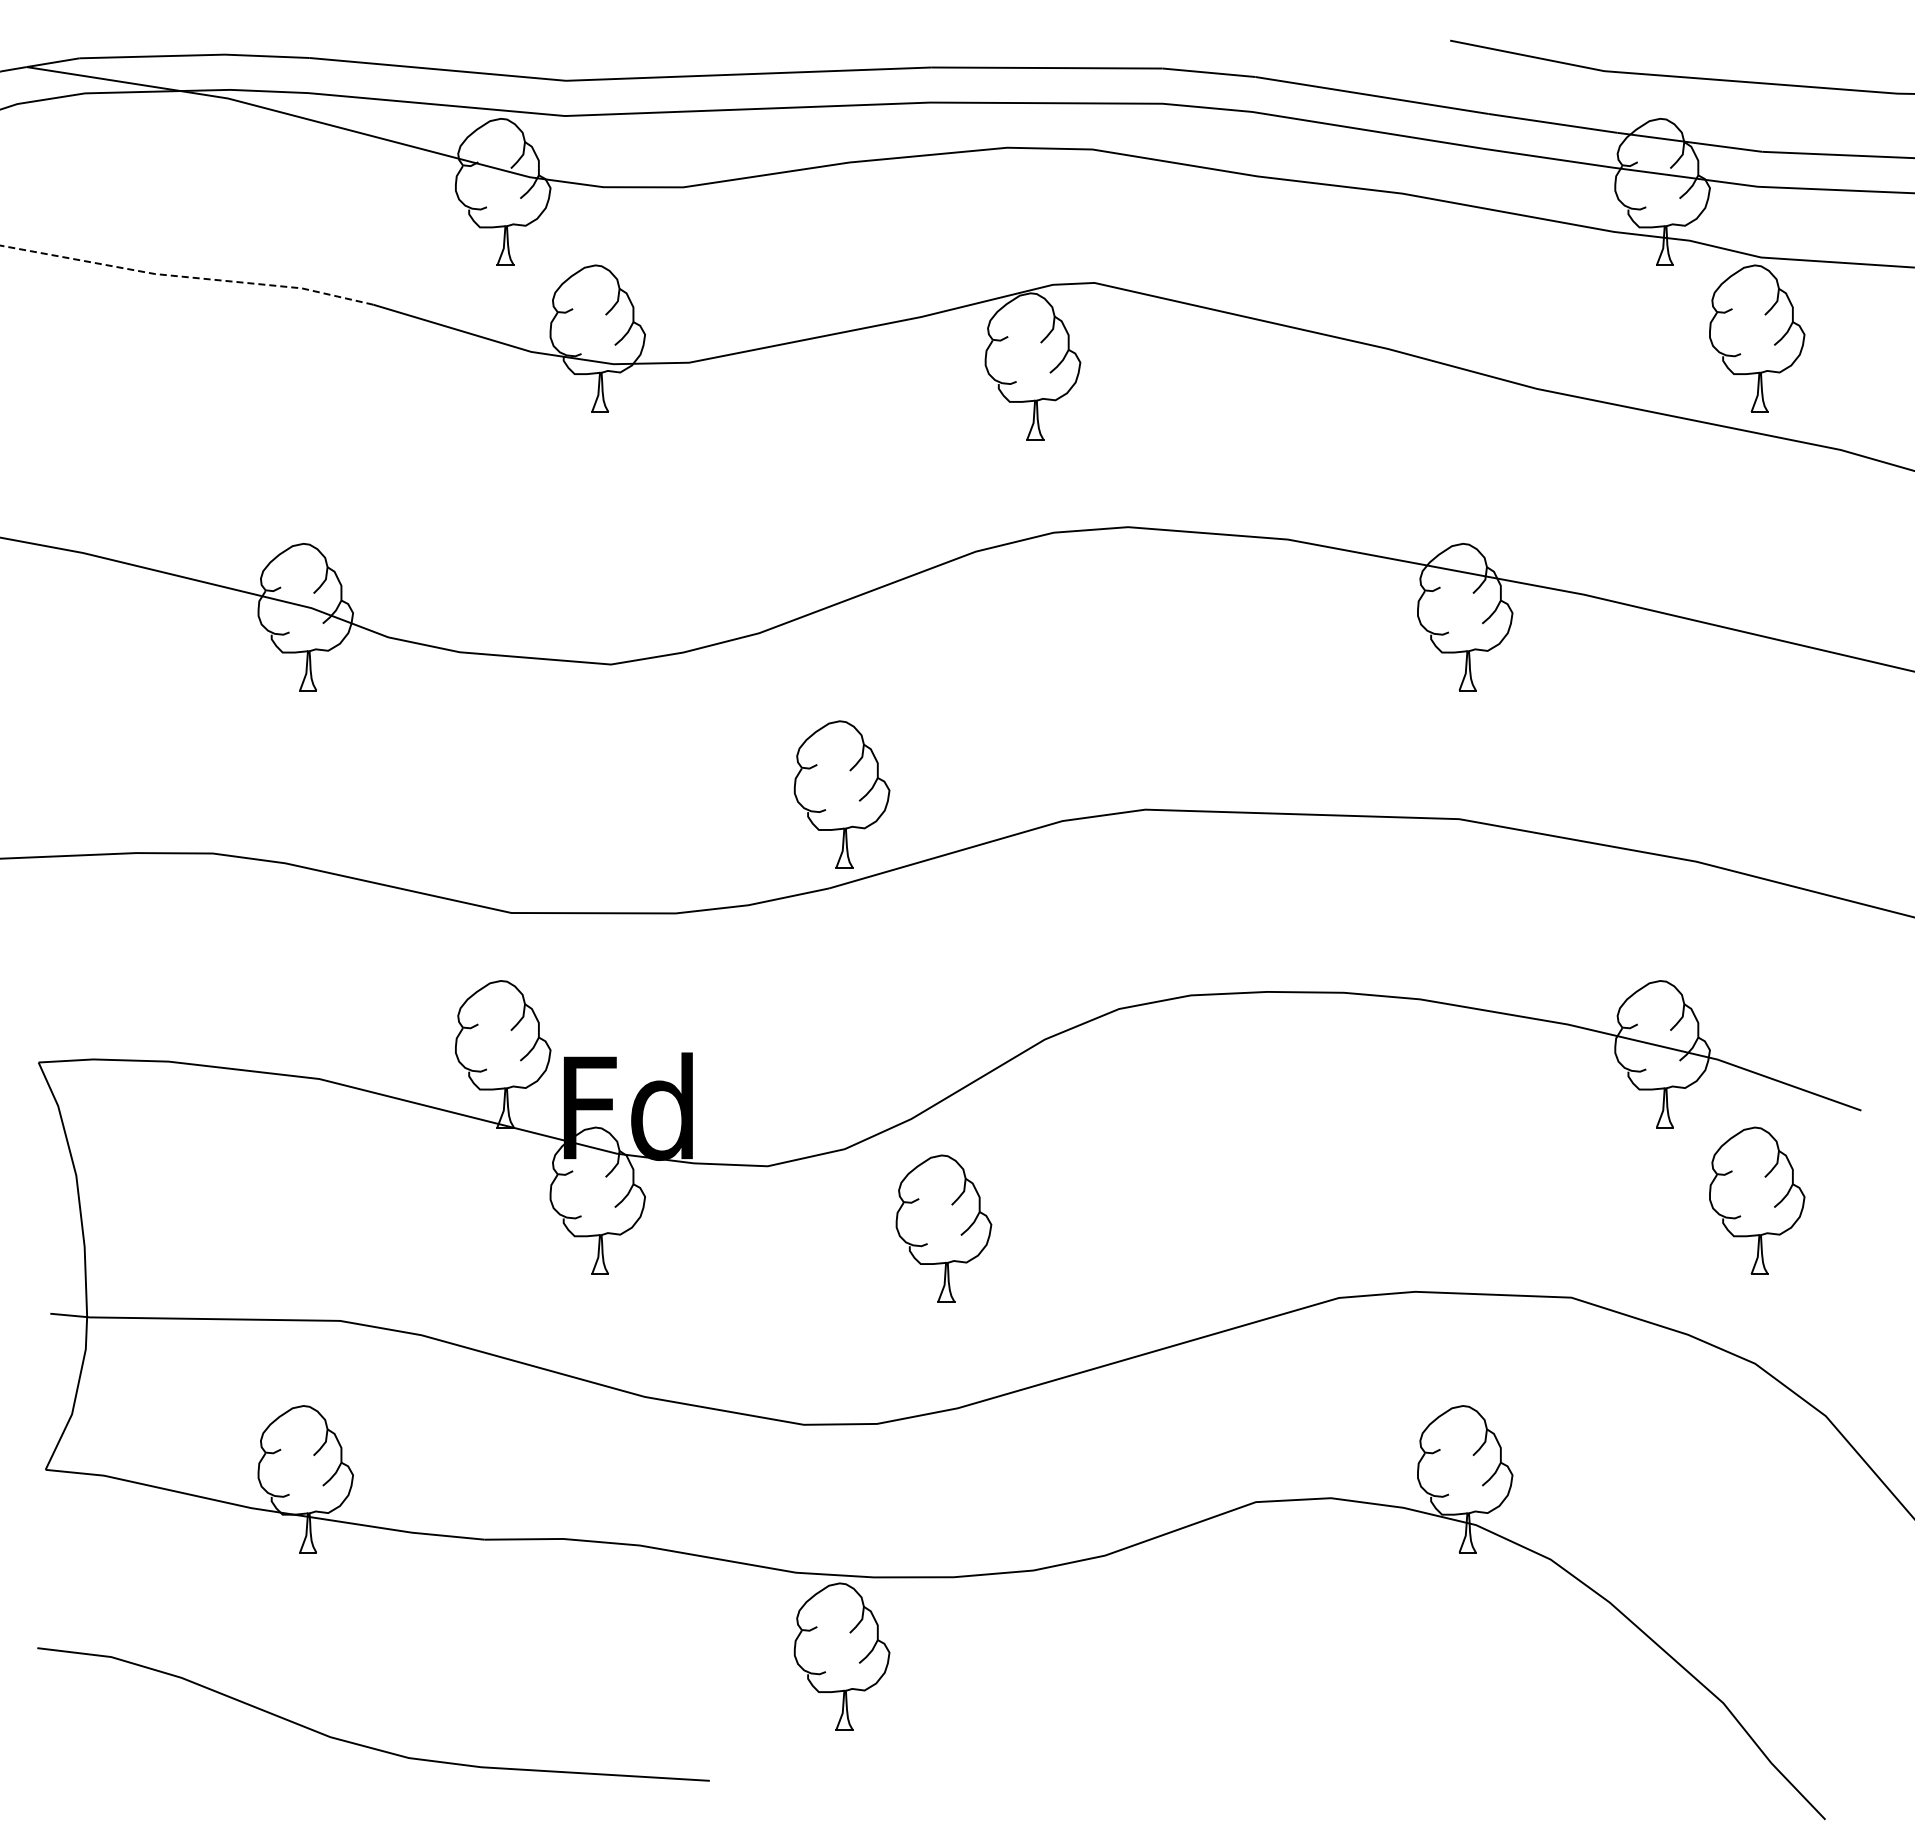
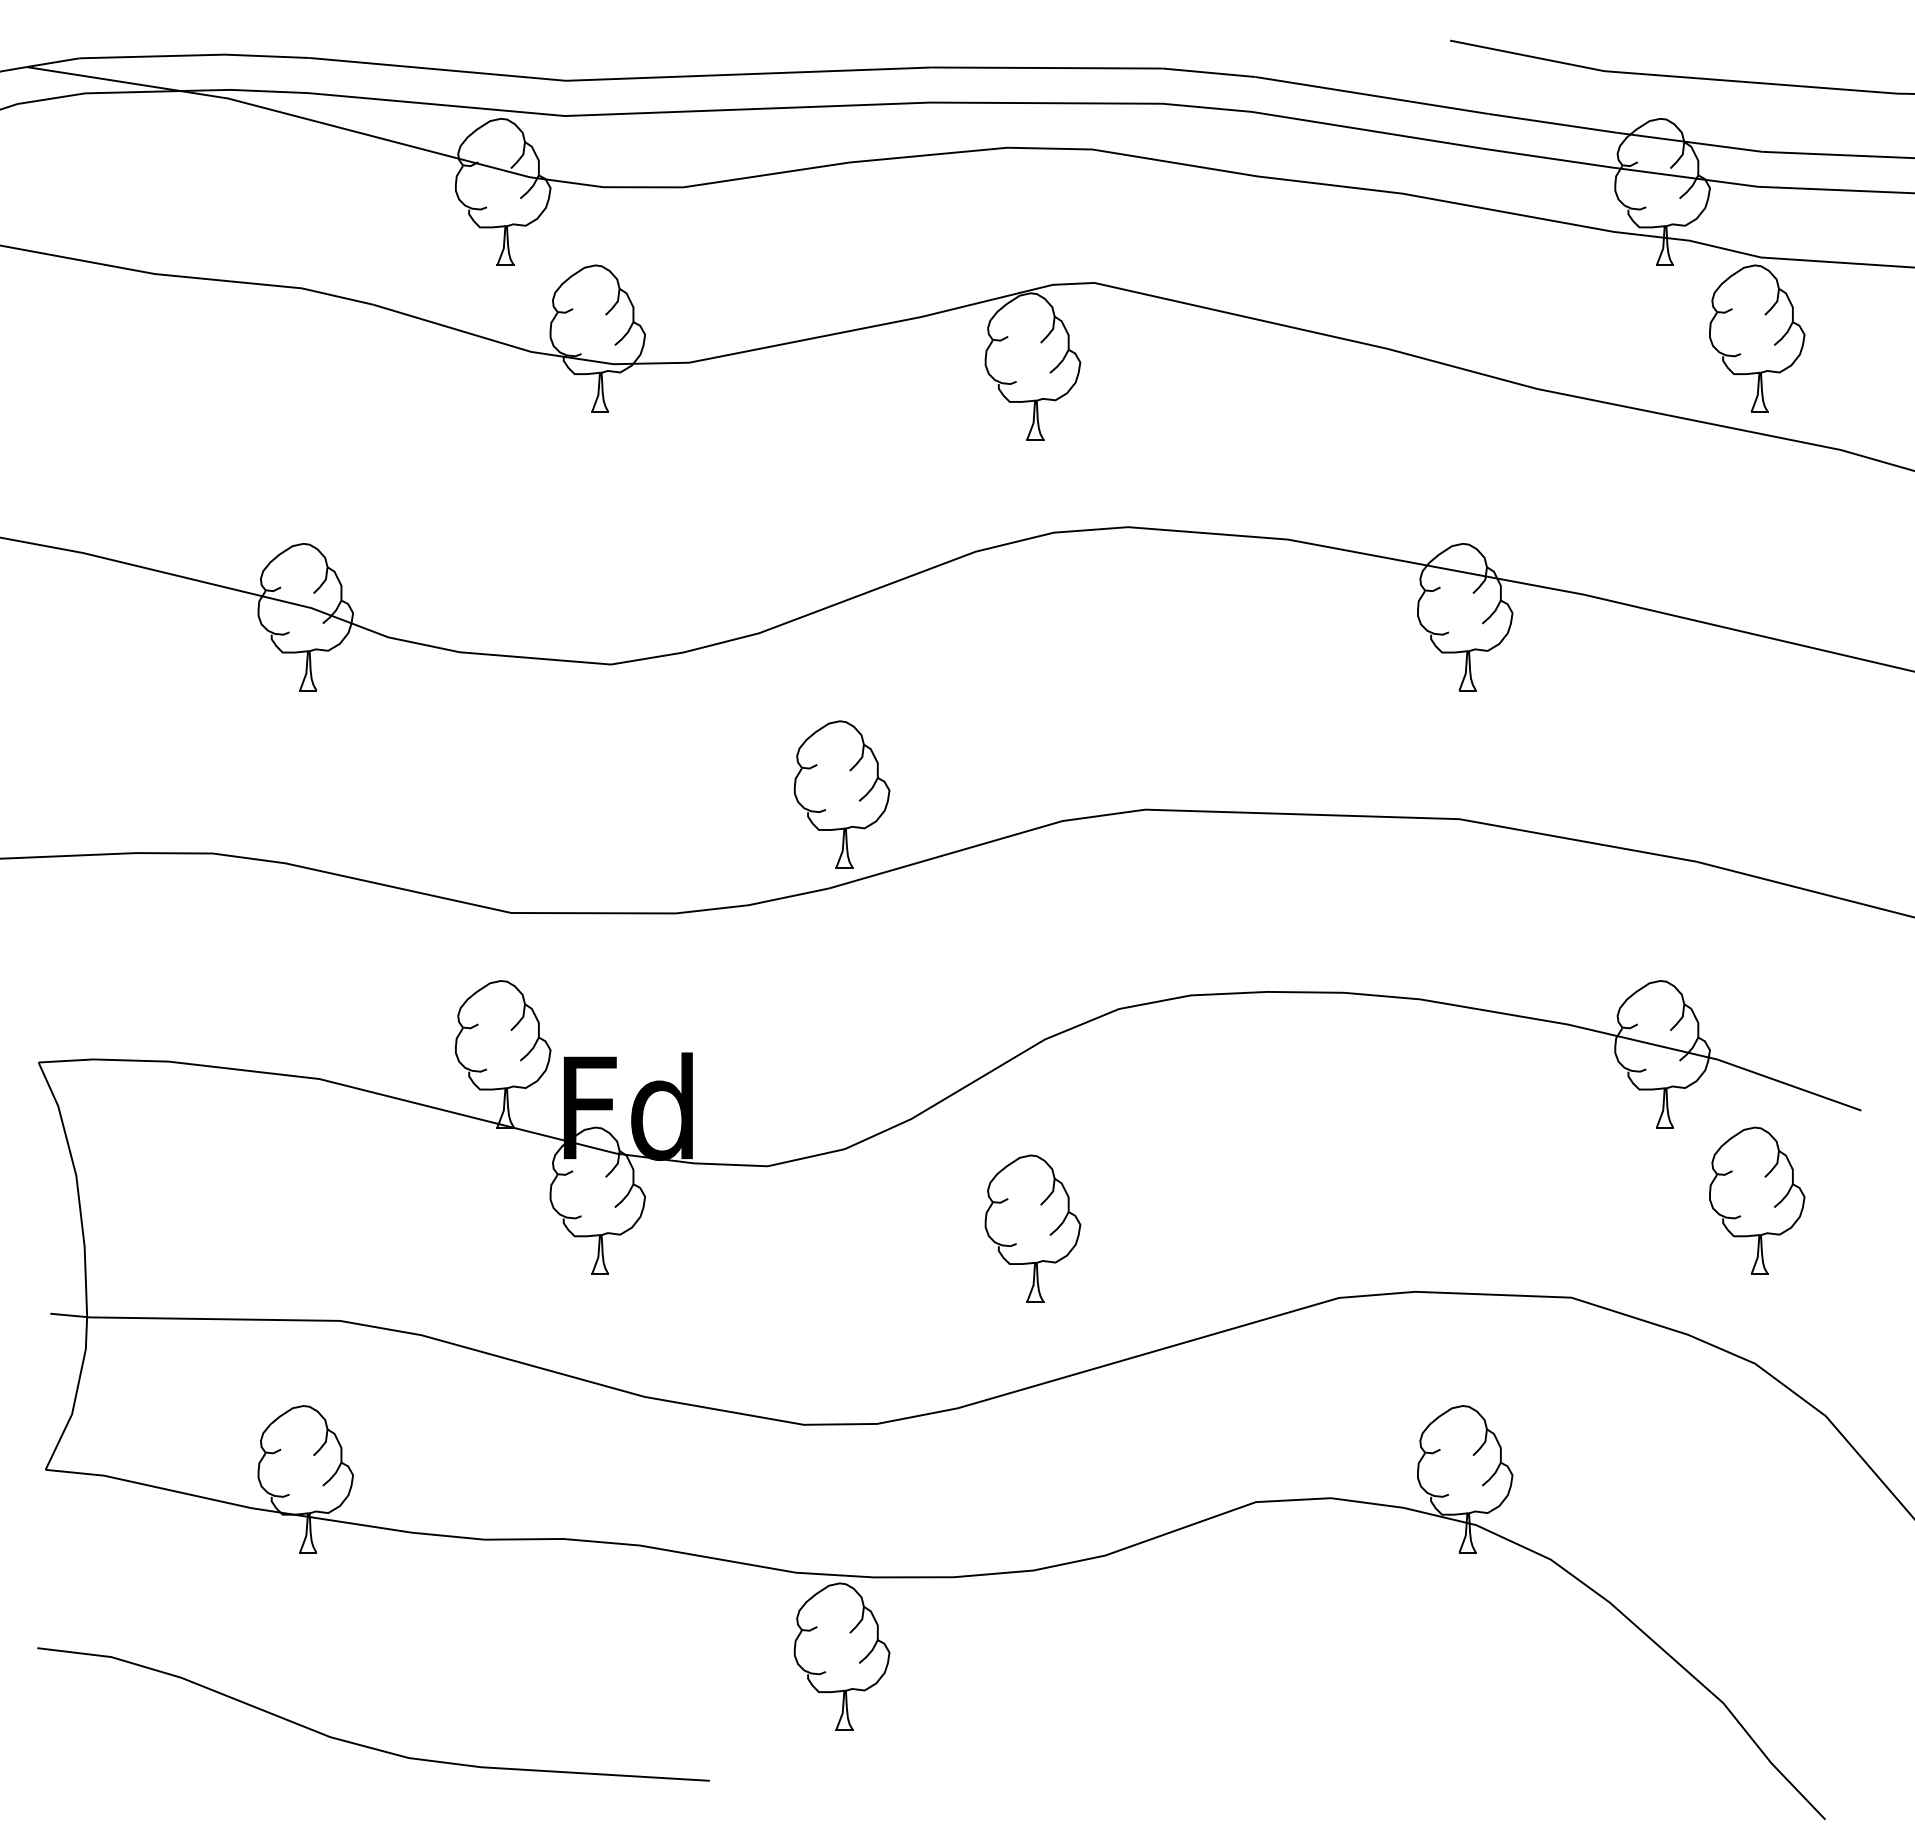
line at (186, 277): dashed -> solid
part at (943, 1228) position: (943, 1228) -> (1032, 1228)
